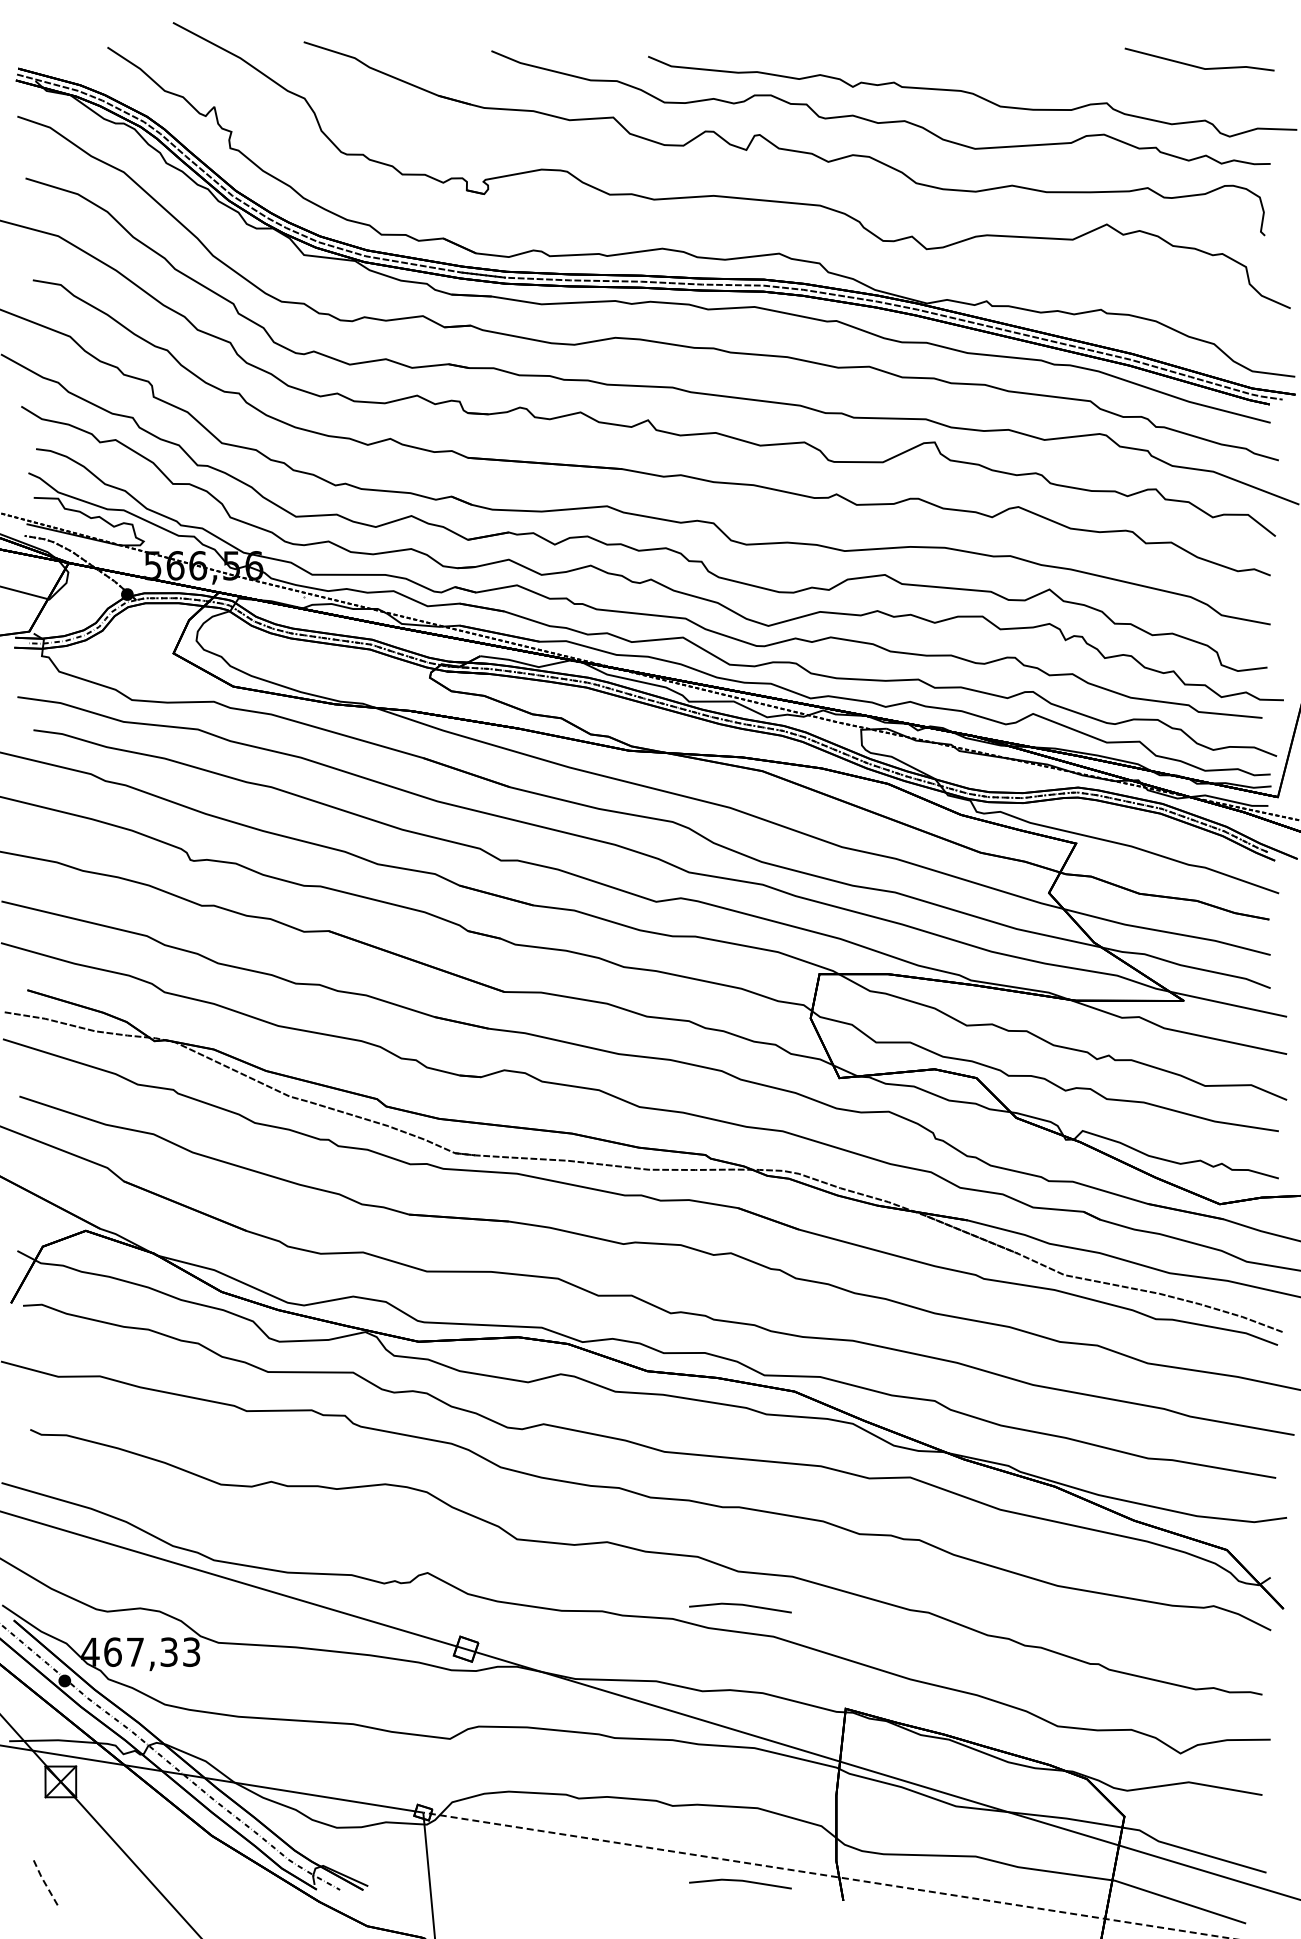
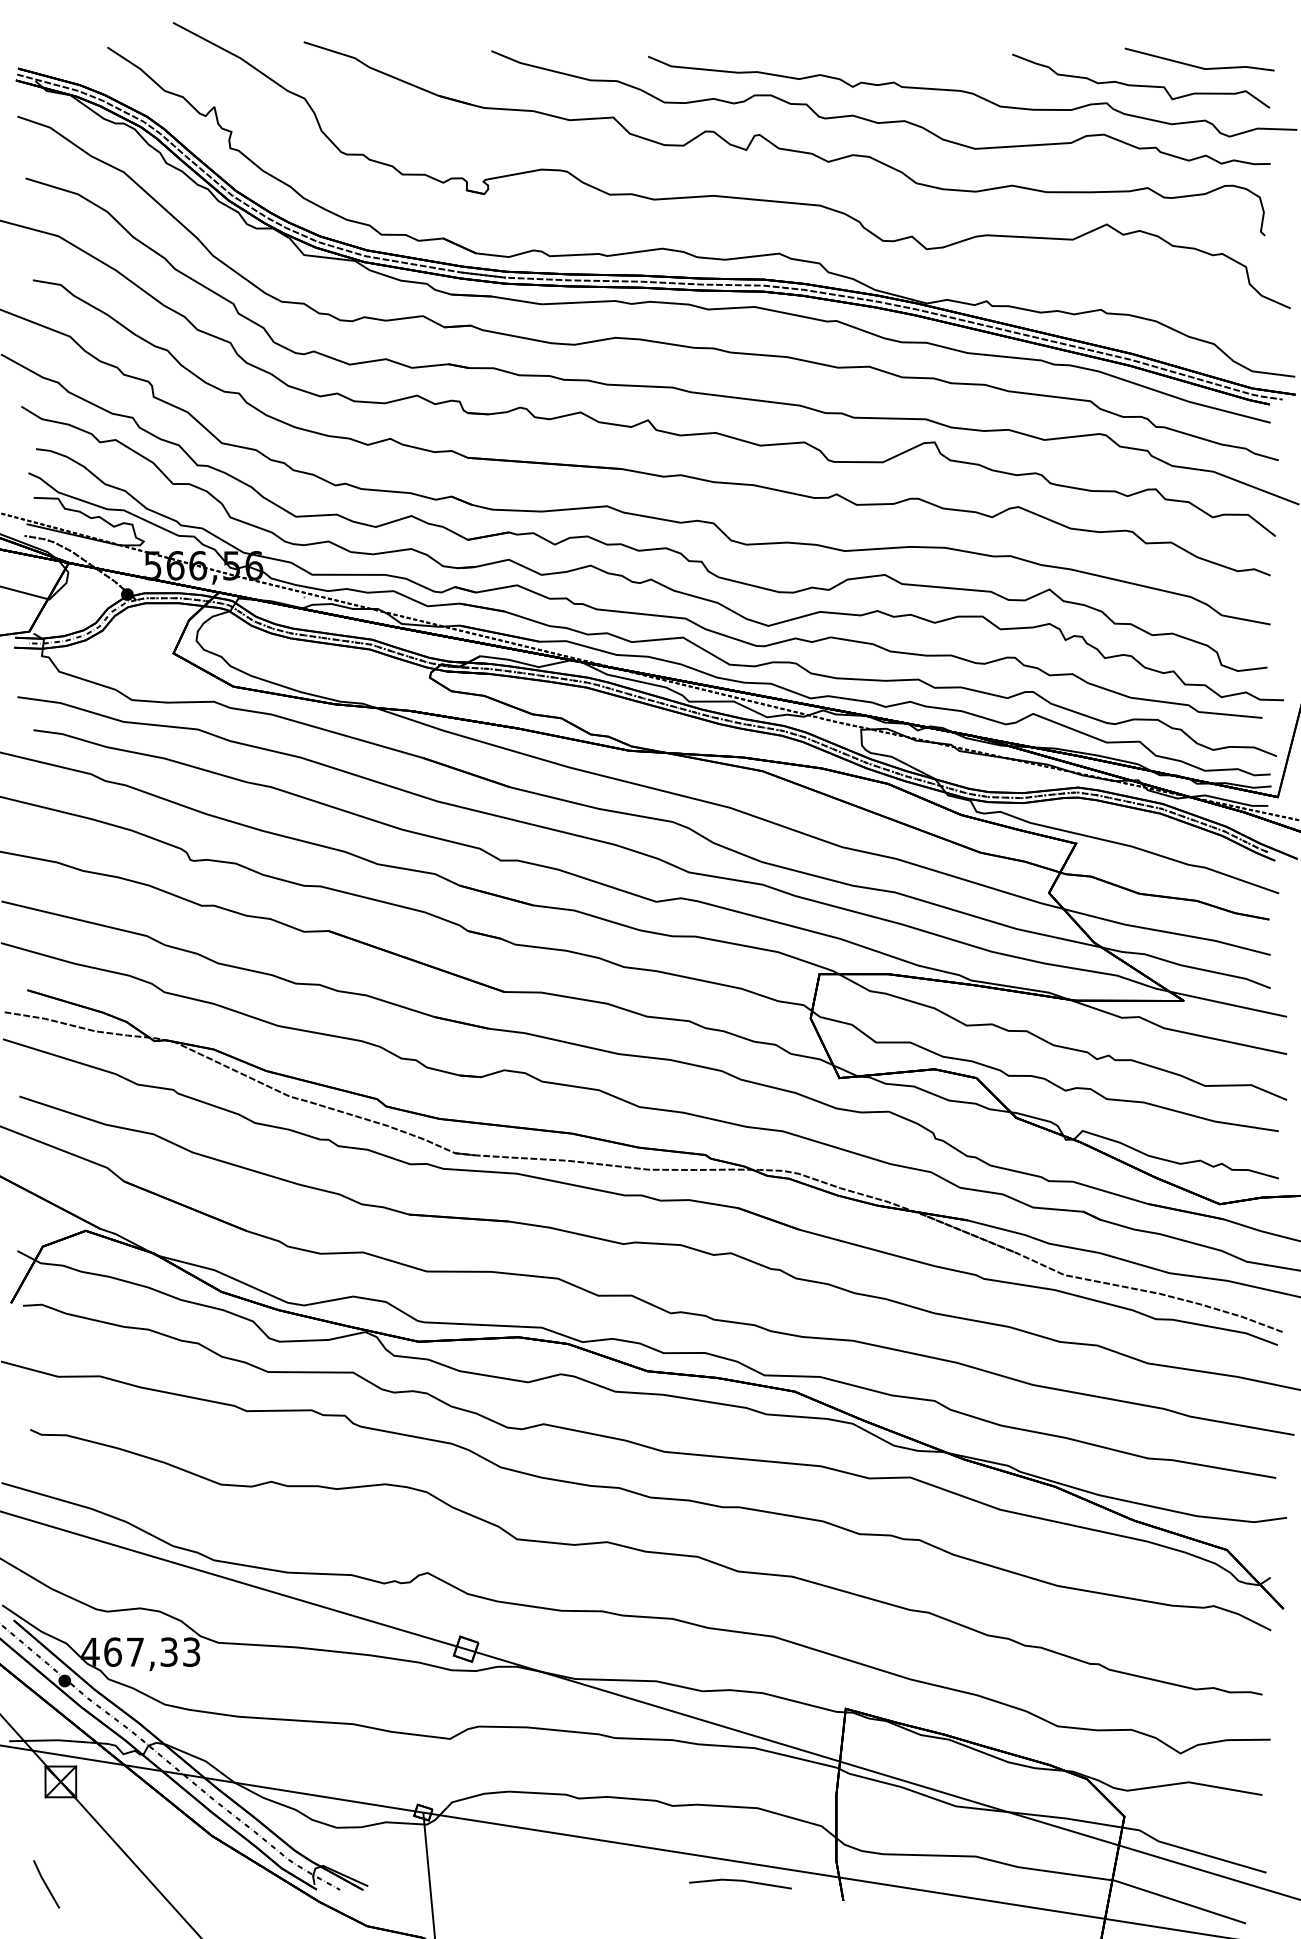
curve at (1138, 84): none -> present
line at (740, 1605): present -> none
line at (828, 1875): dashed -> solid
line at (45, 1884): dashed -> solid
